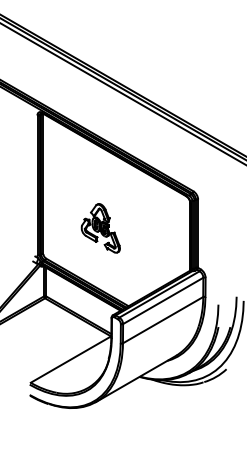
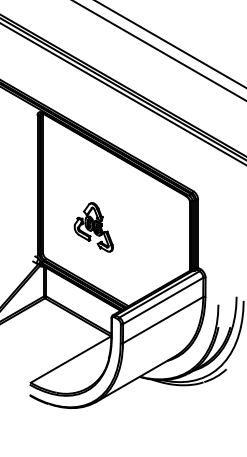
line at (170, 44): none -> present
line at (159, 50): none -> present
part at (100, 228) position: (100, 228) -> (93, 227)
